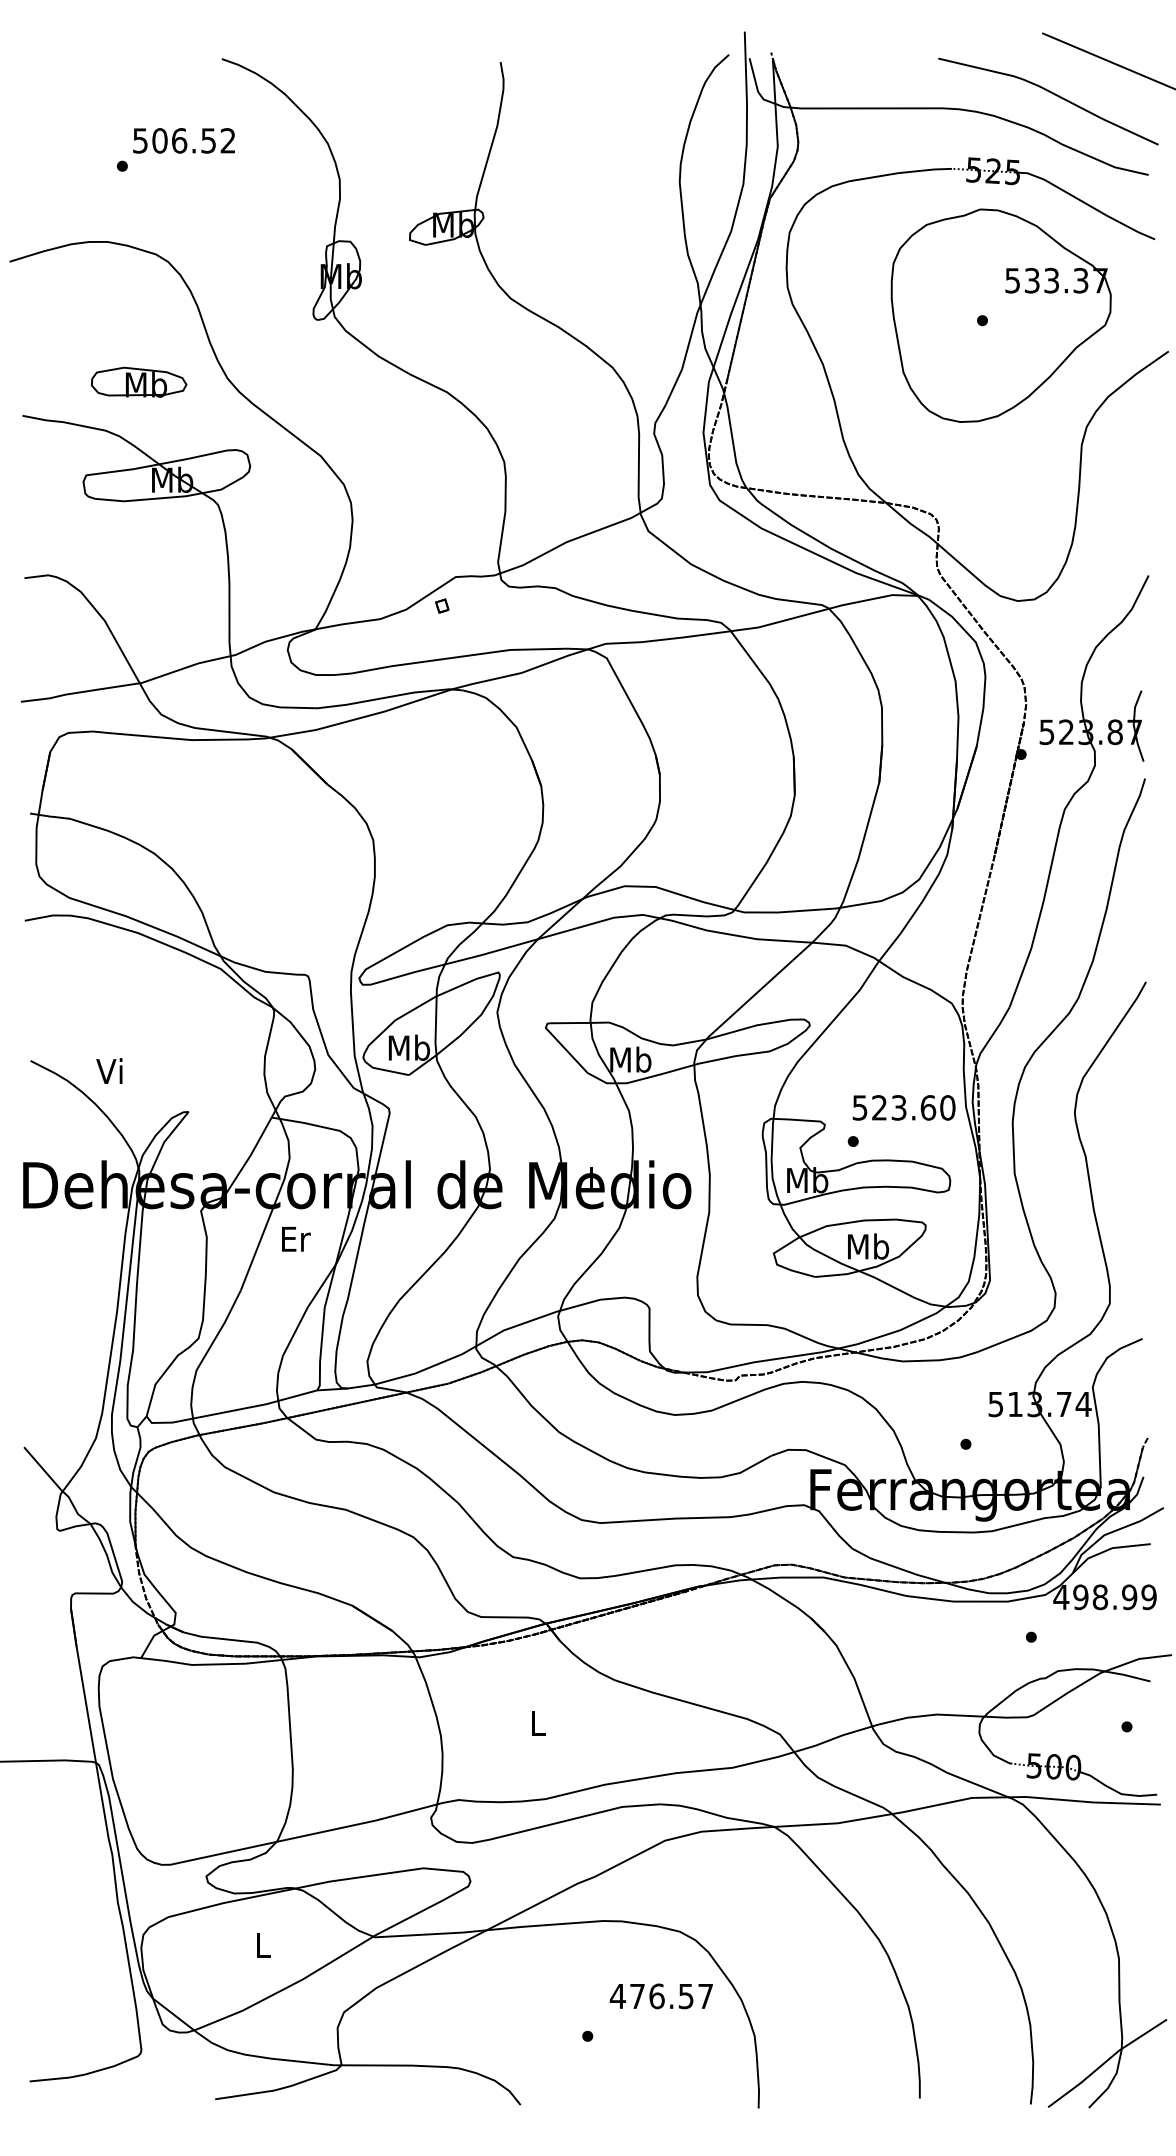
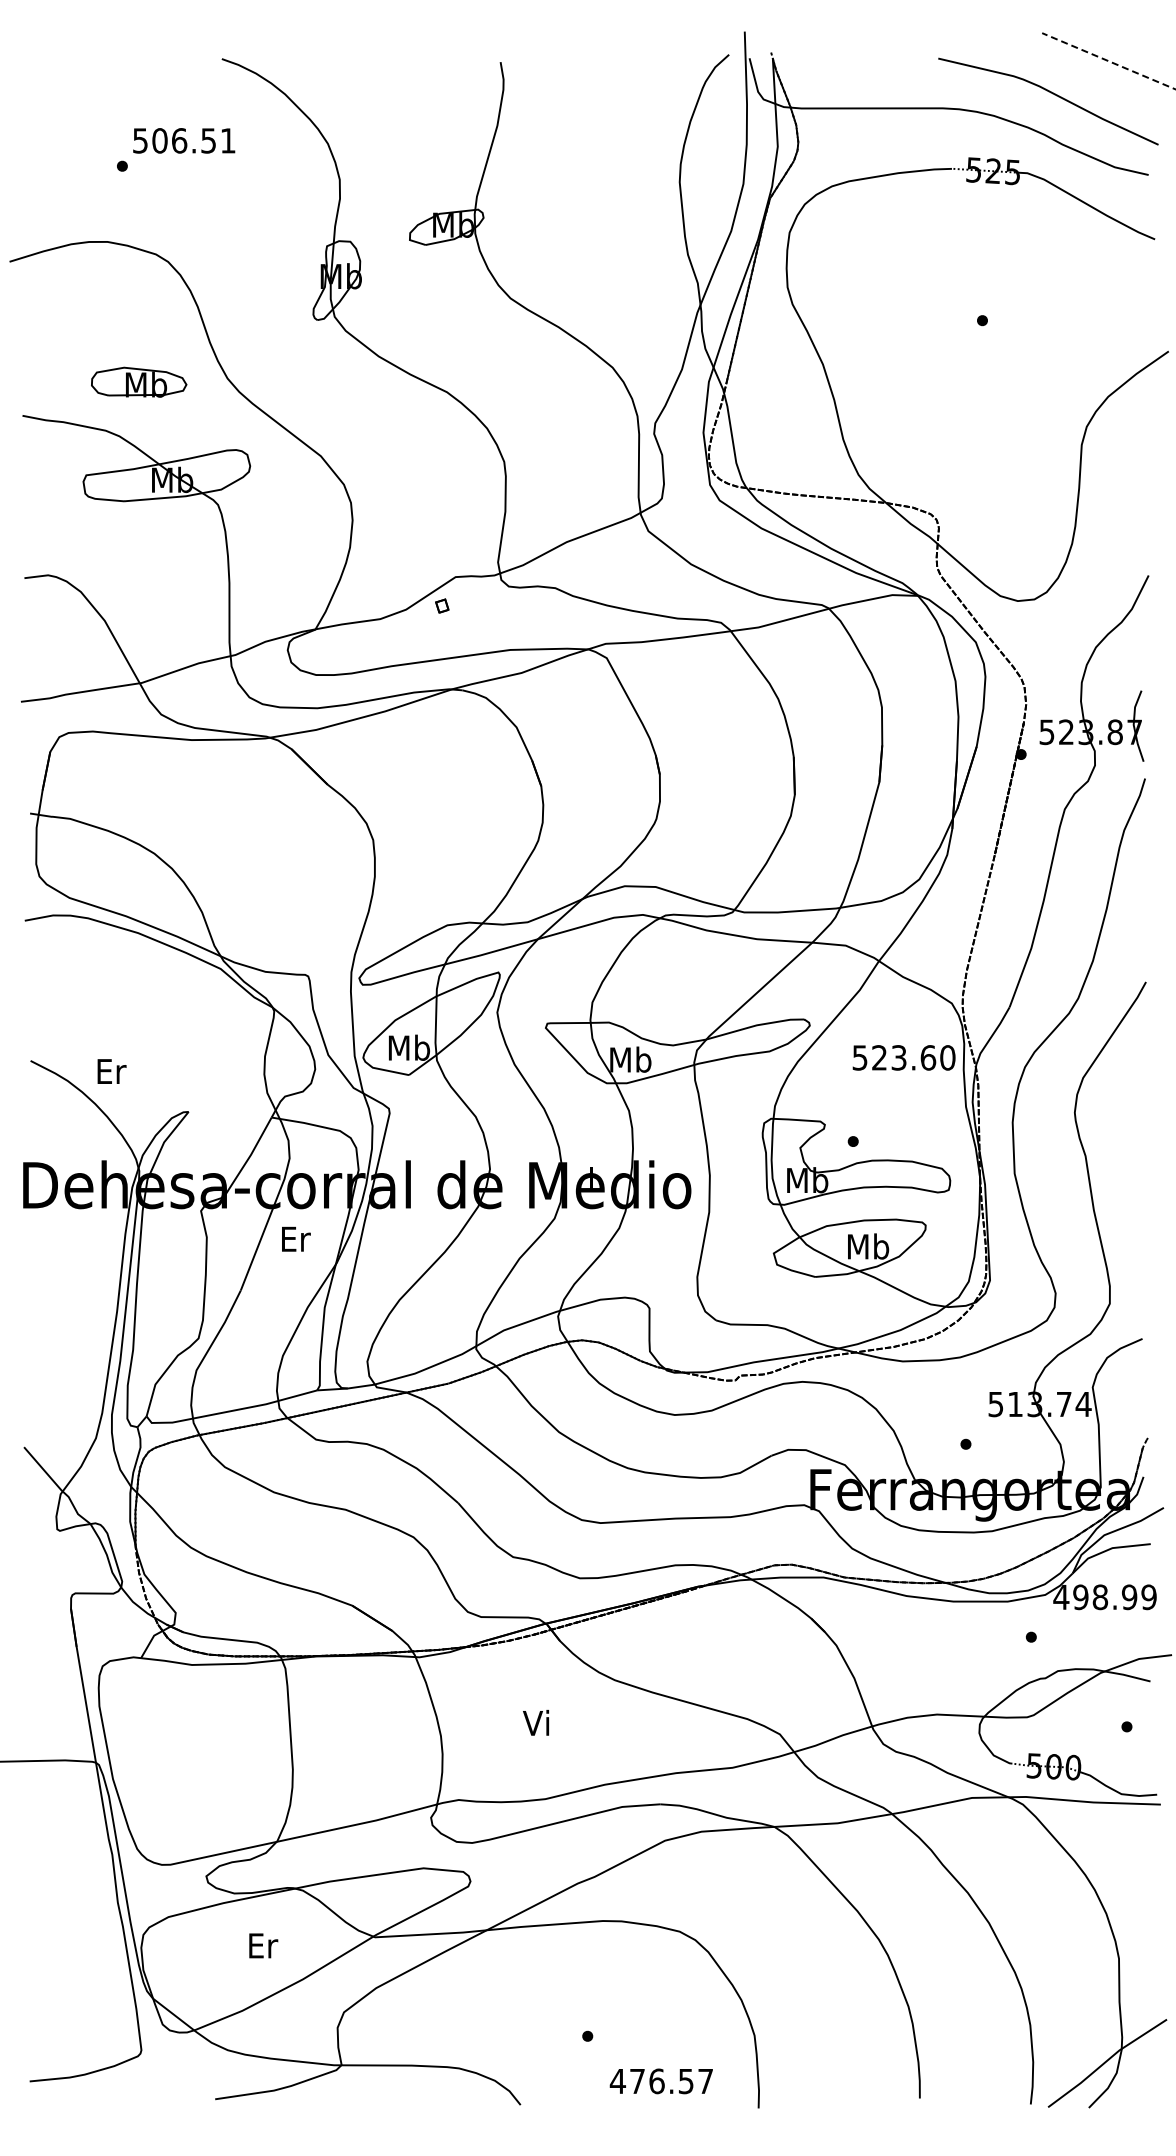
line at (1108, 61): solid -> dashed
text at (227, 140): 506.52 -> 506.51
part at (1000, 315): present -> none
text at (111, 1070): Vi -> Er
text at (903, 1107) position: (903, 1107) -> (903, 1057)
text at (536, 1722): L -> Vi
text at (263, 1945): L -> Er
text at (660, 1996) position: (660, 1996) -> (660, 2081)
